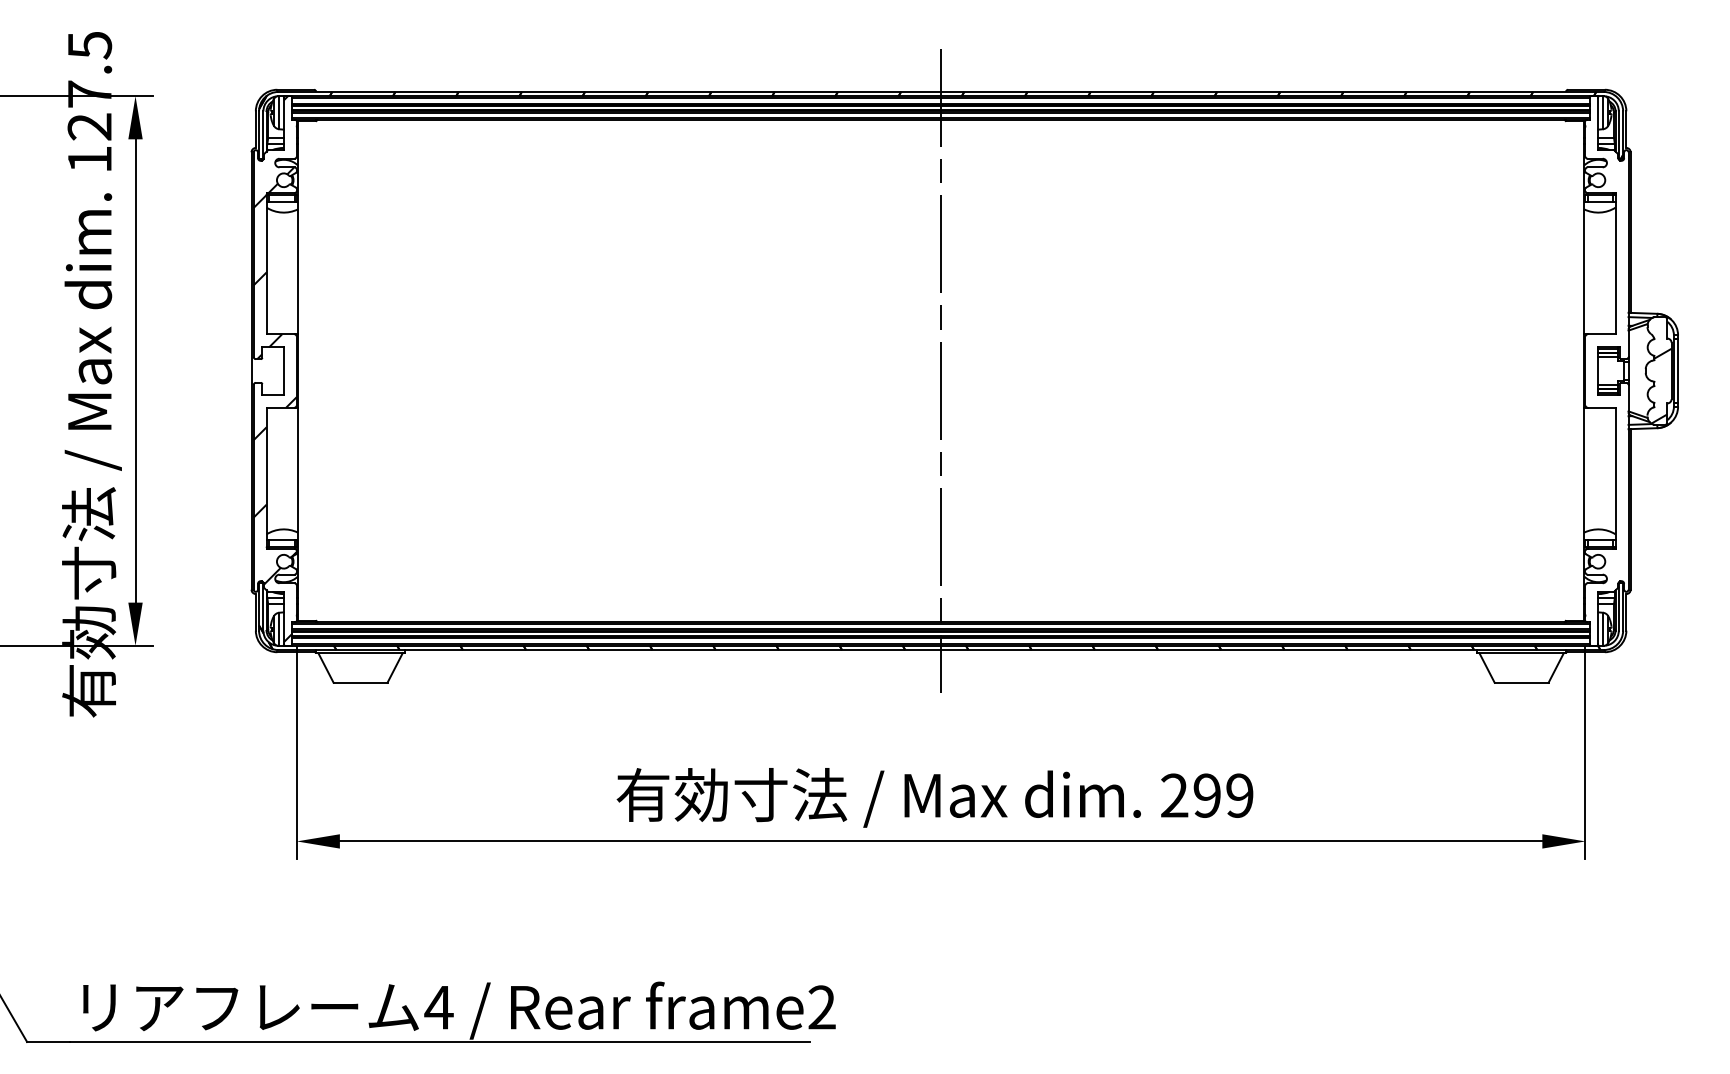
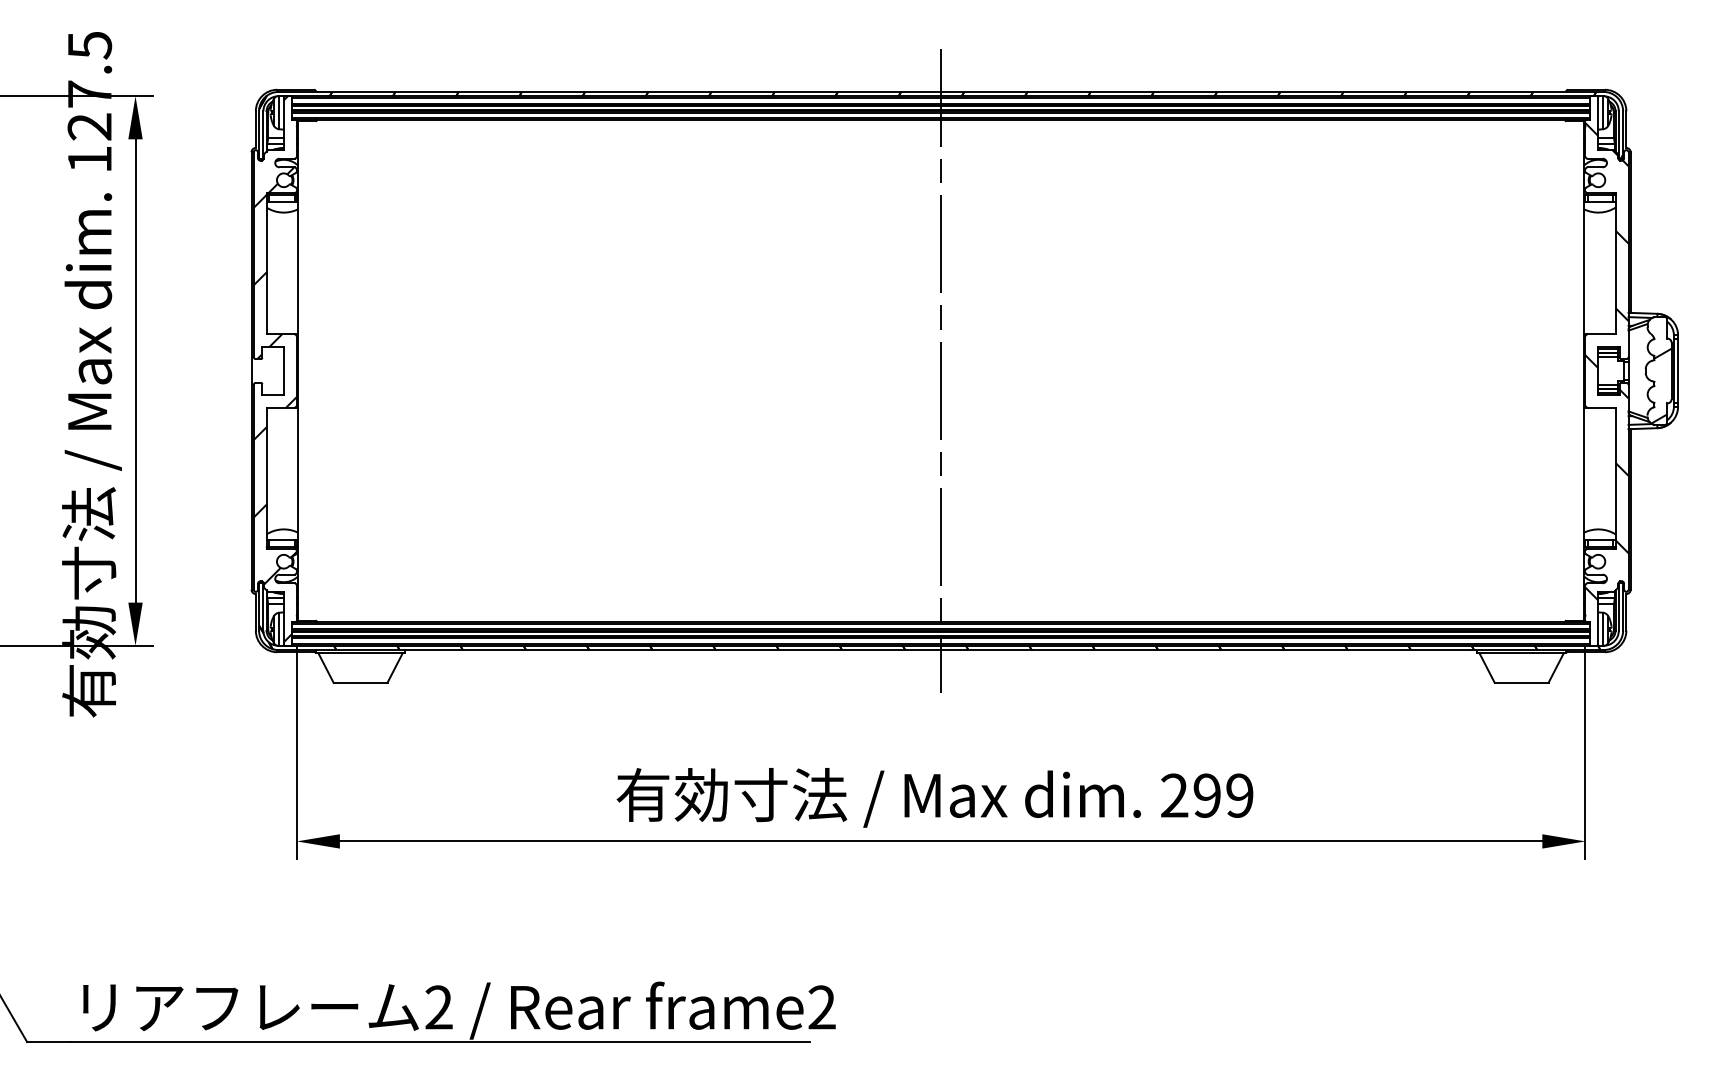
hatch at (1606, 361): none -> present
text at (438, 1007): 4 -> 2
